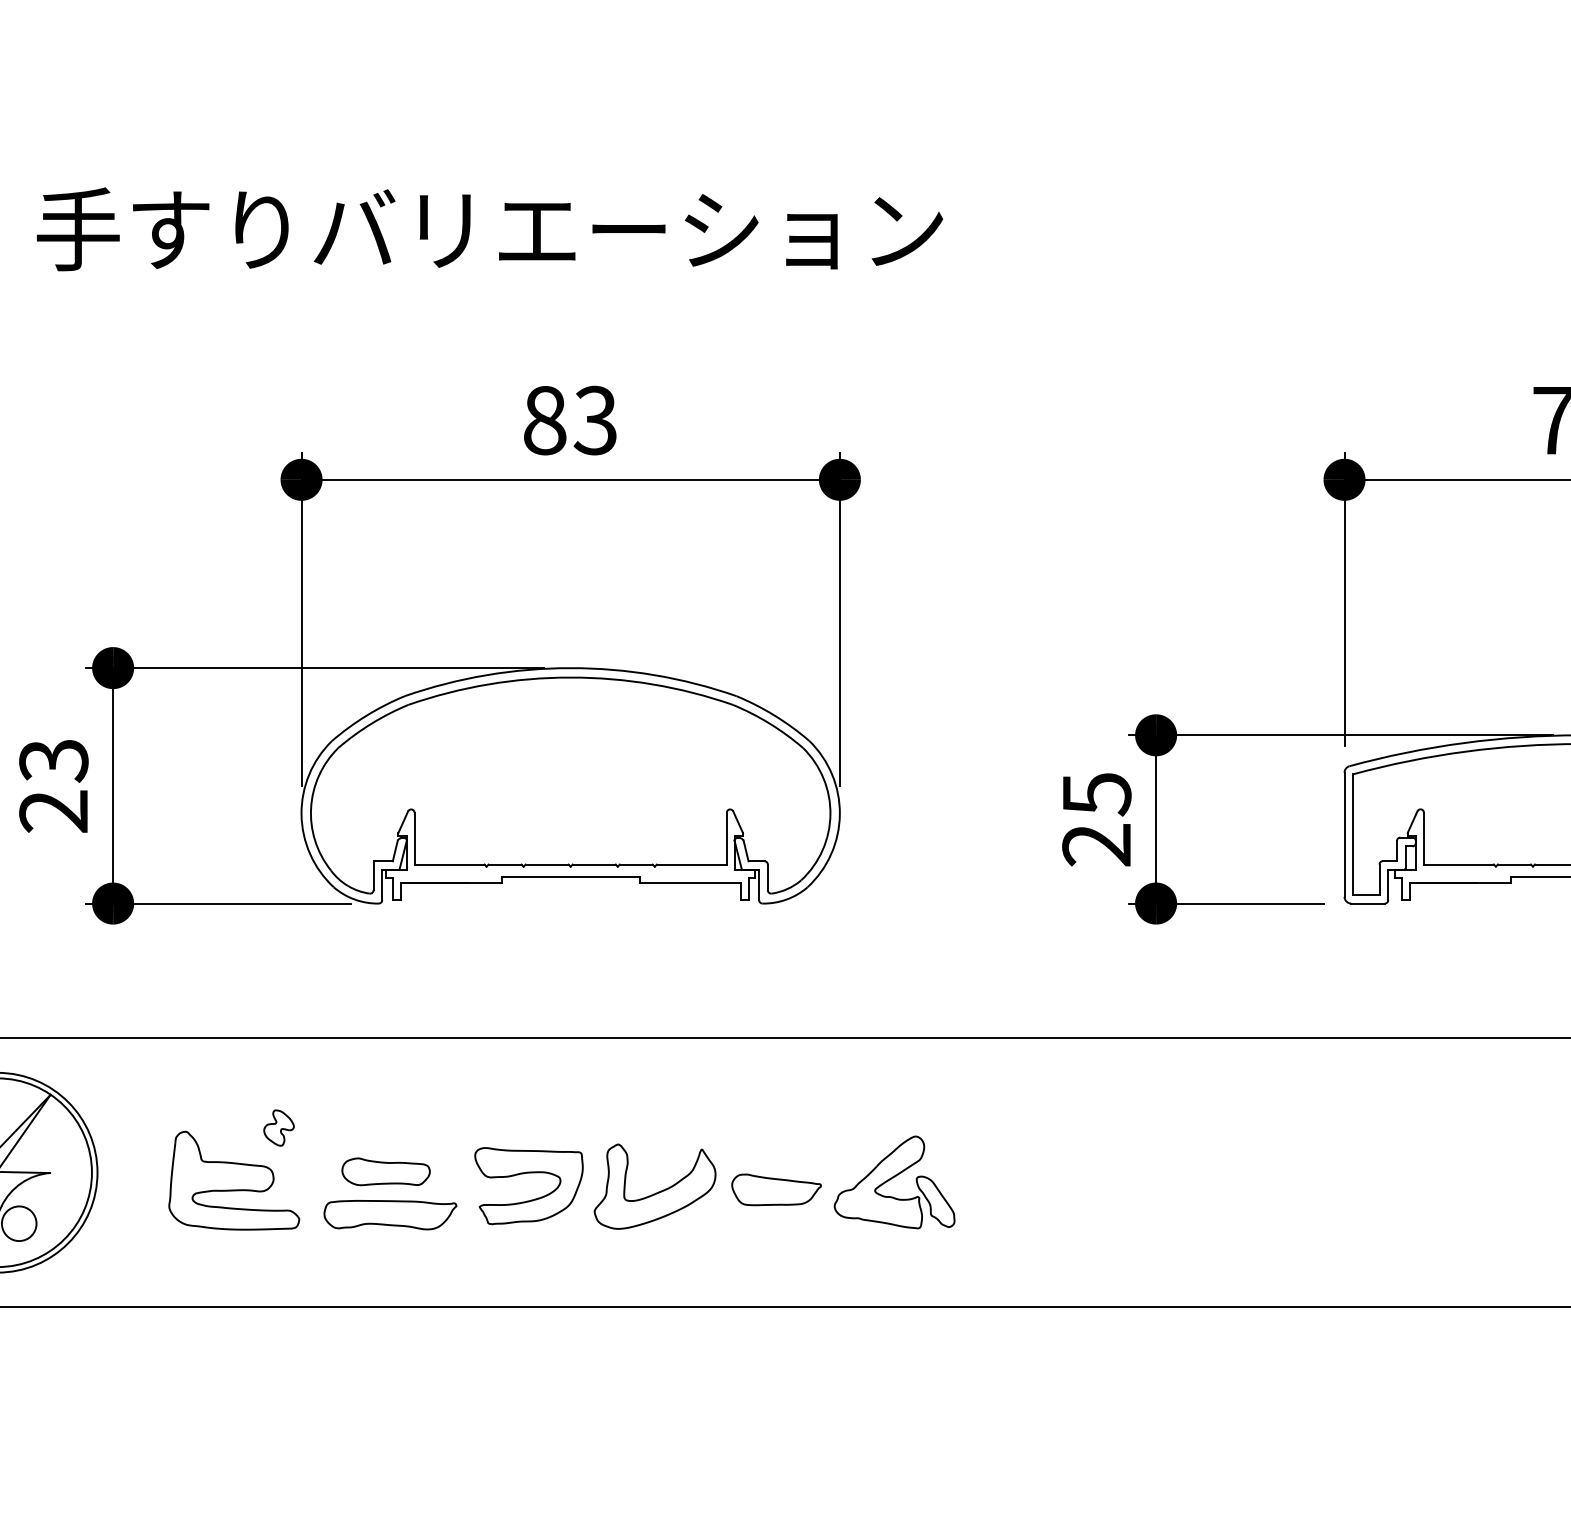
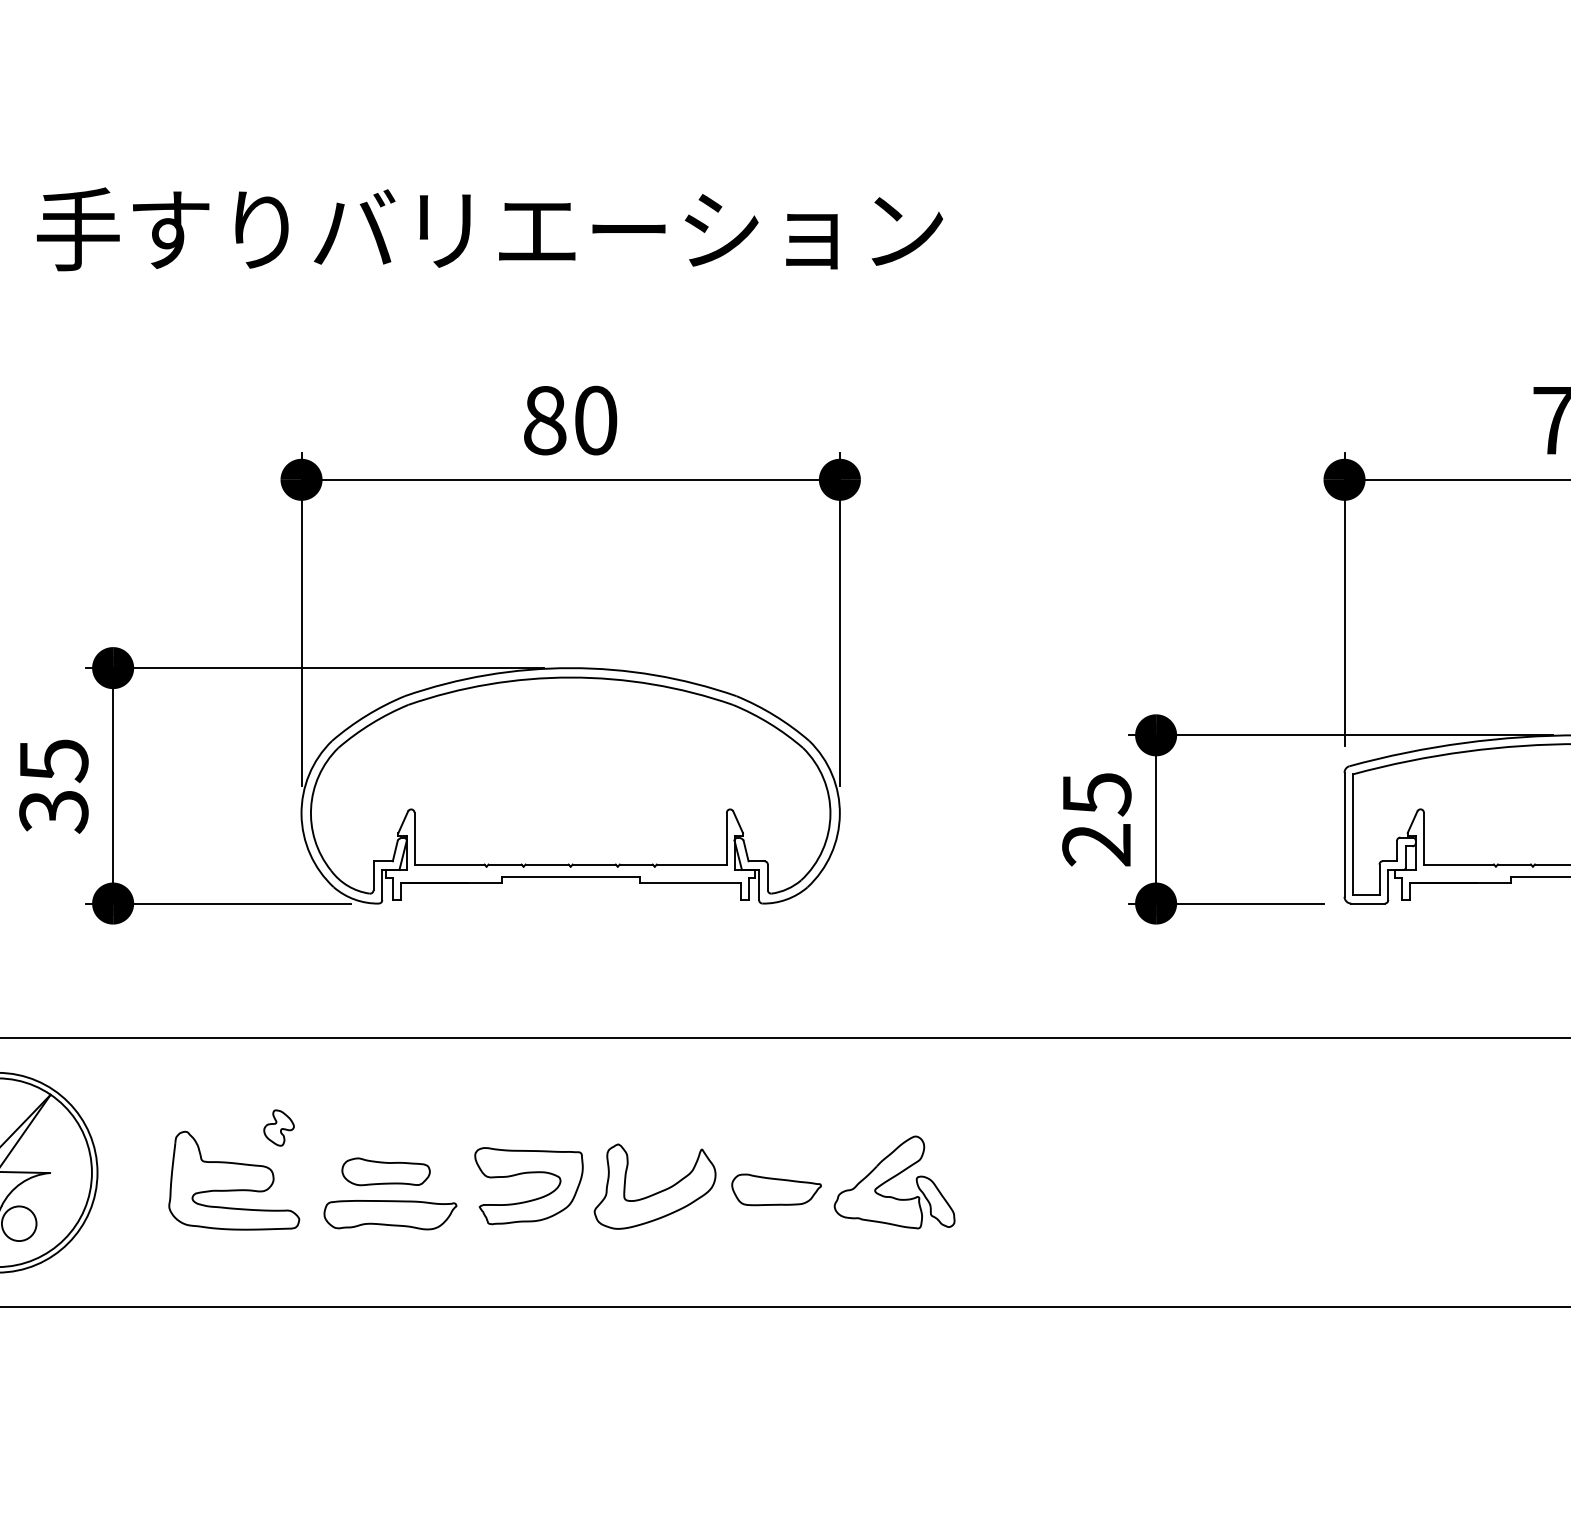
text at (595, 420): 83 -> 80
text at (53, 786): 23 -> 35
